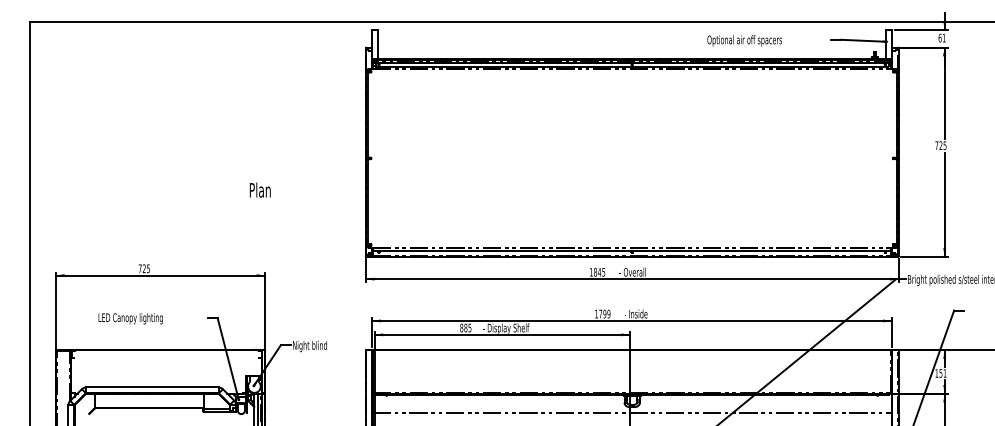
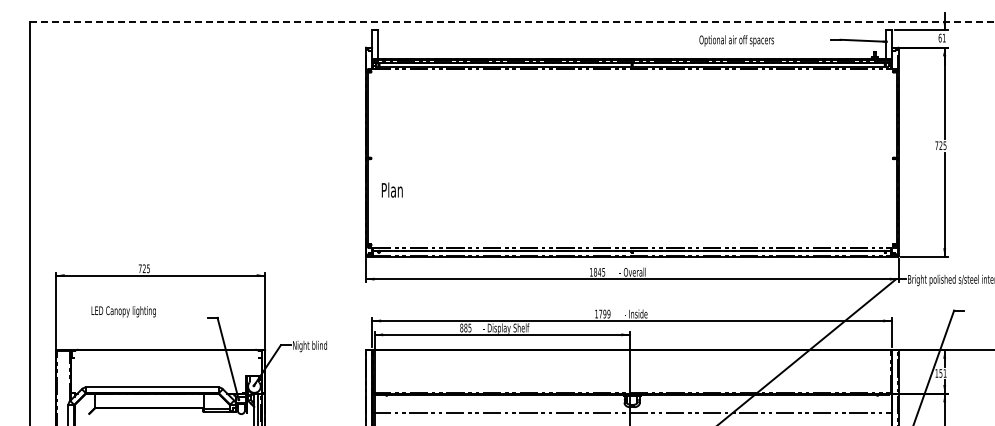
line at (512, 21): solid -> dashed
text at (744, 40) position: (744, 40) -> (736, 40)
text at (259, 189) position: (259, 189) -> (391, 189)
text at (130, 318) position: (130, 318) -> (123, 311)
